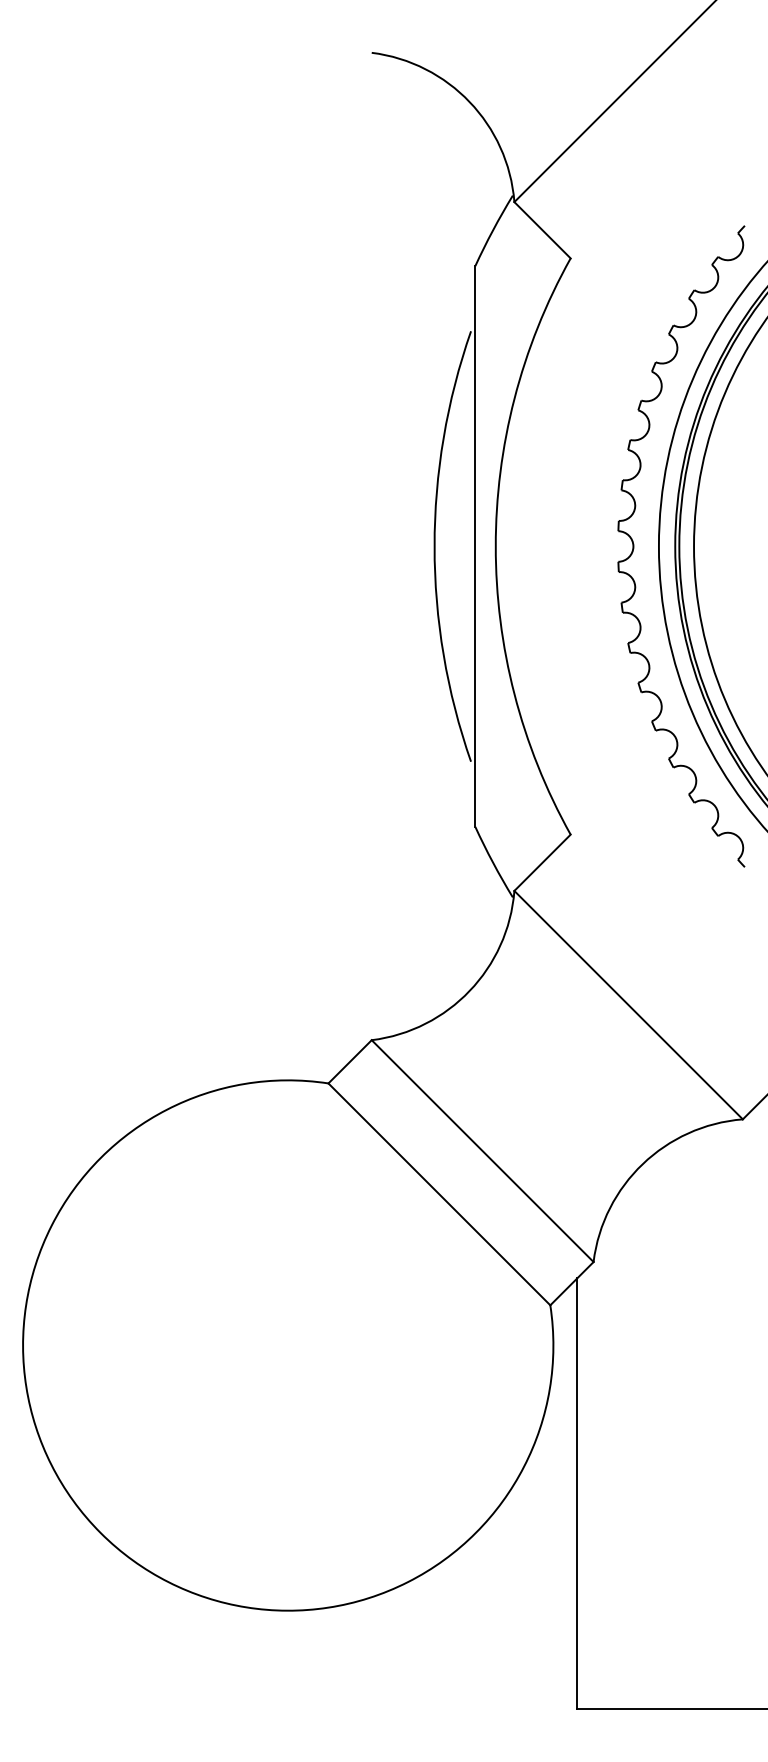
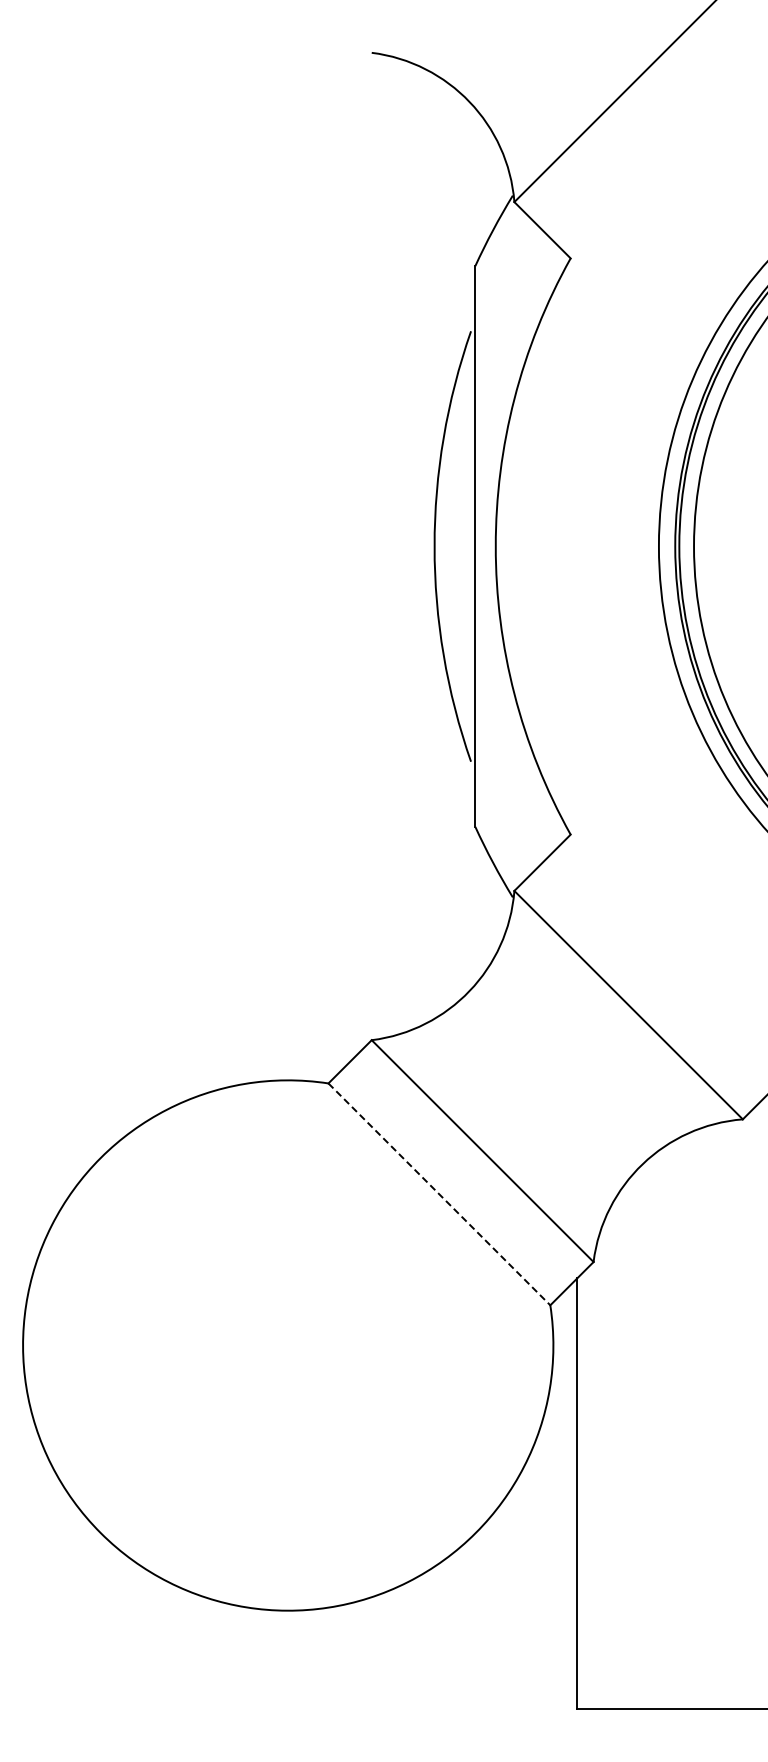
part at (634, 546): present -> none
line at (439, 1194): solid -> dashed
